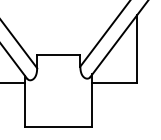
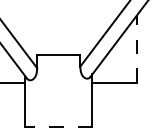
line at (137, 48): solid -> dashed
line at (58, 126): solid -> dashed
